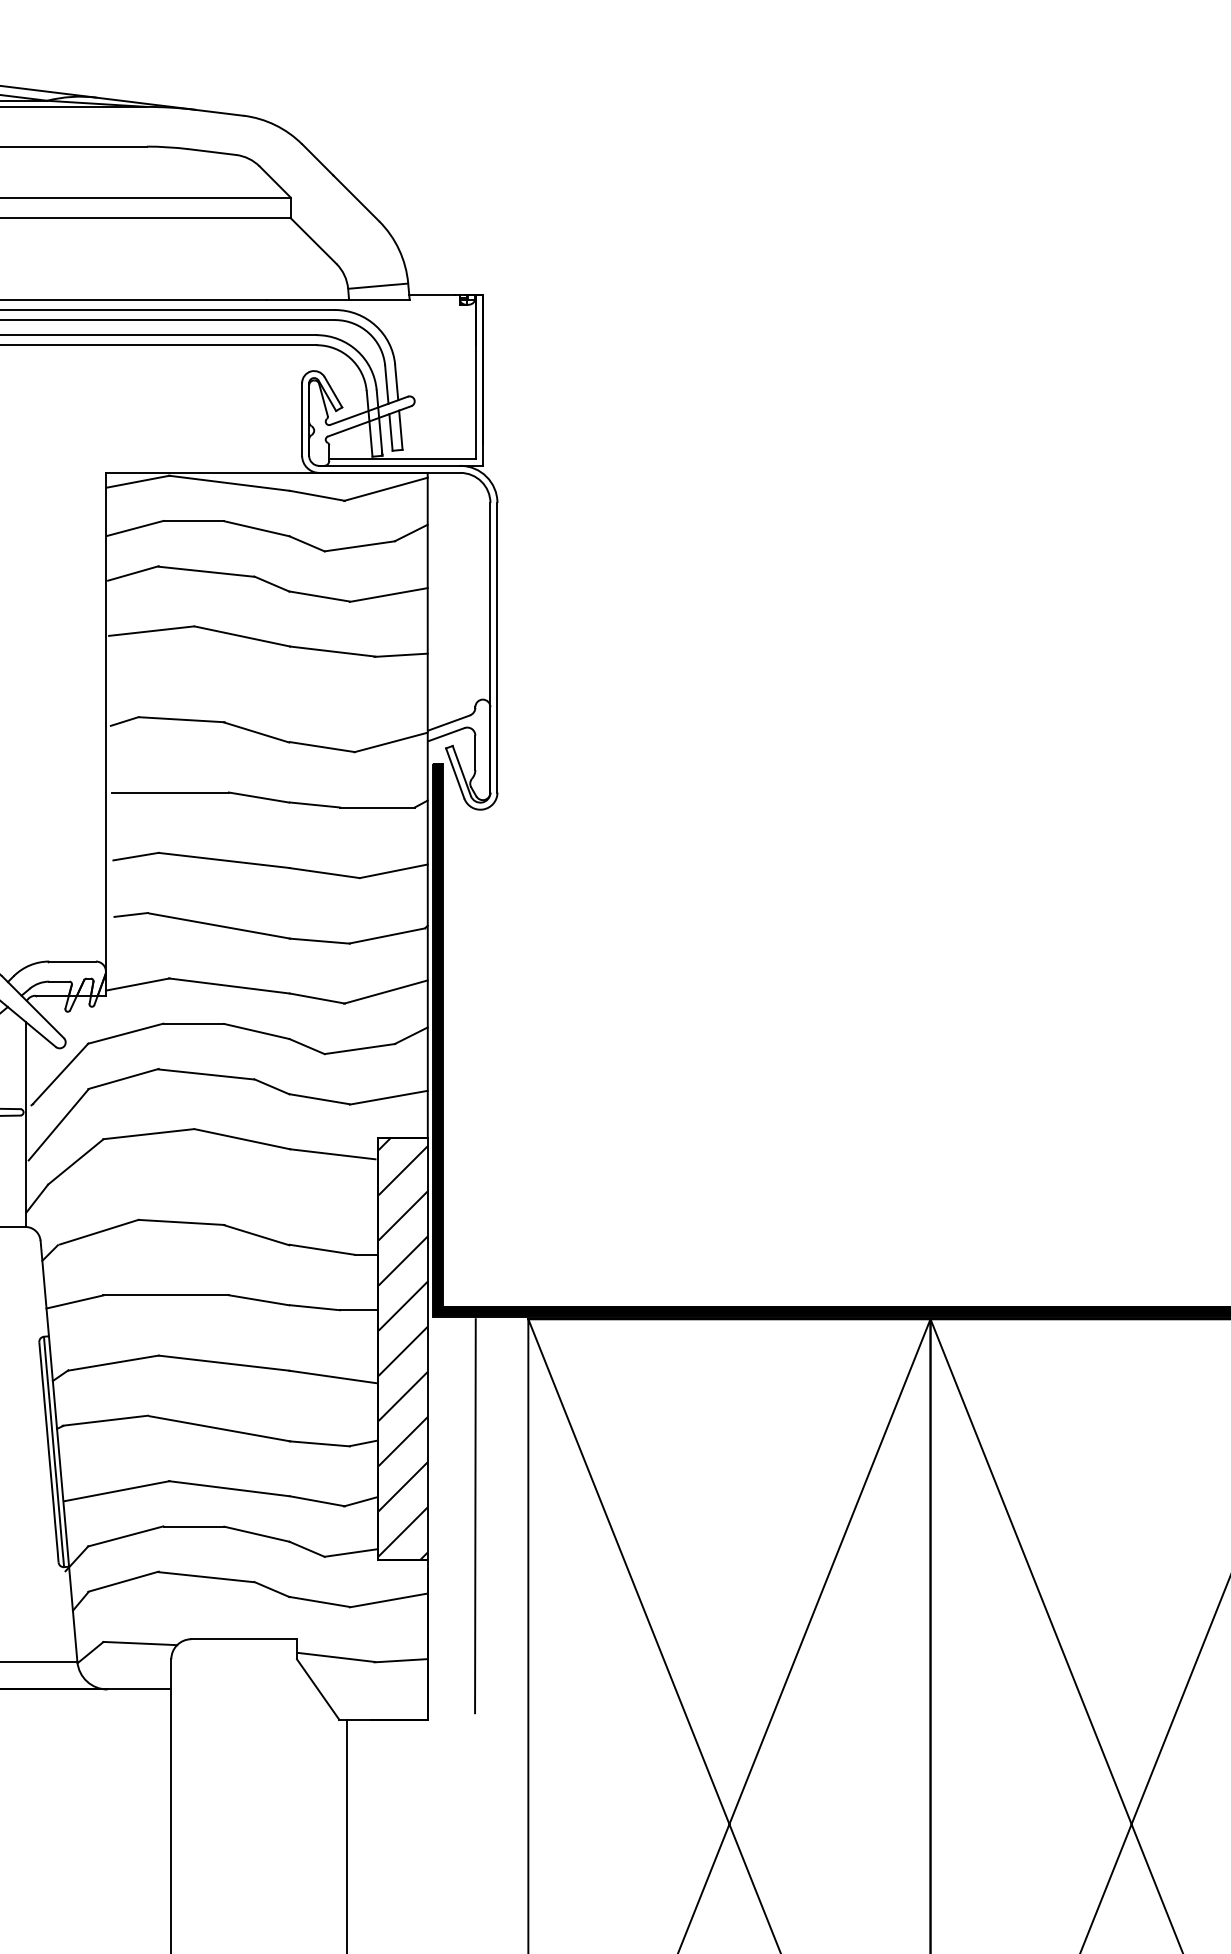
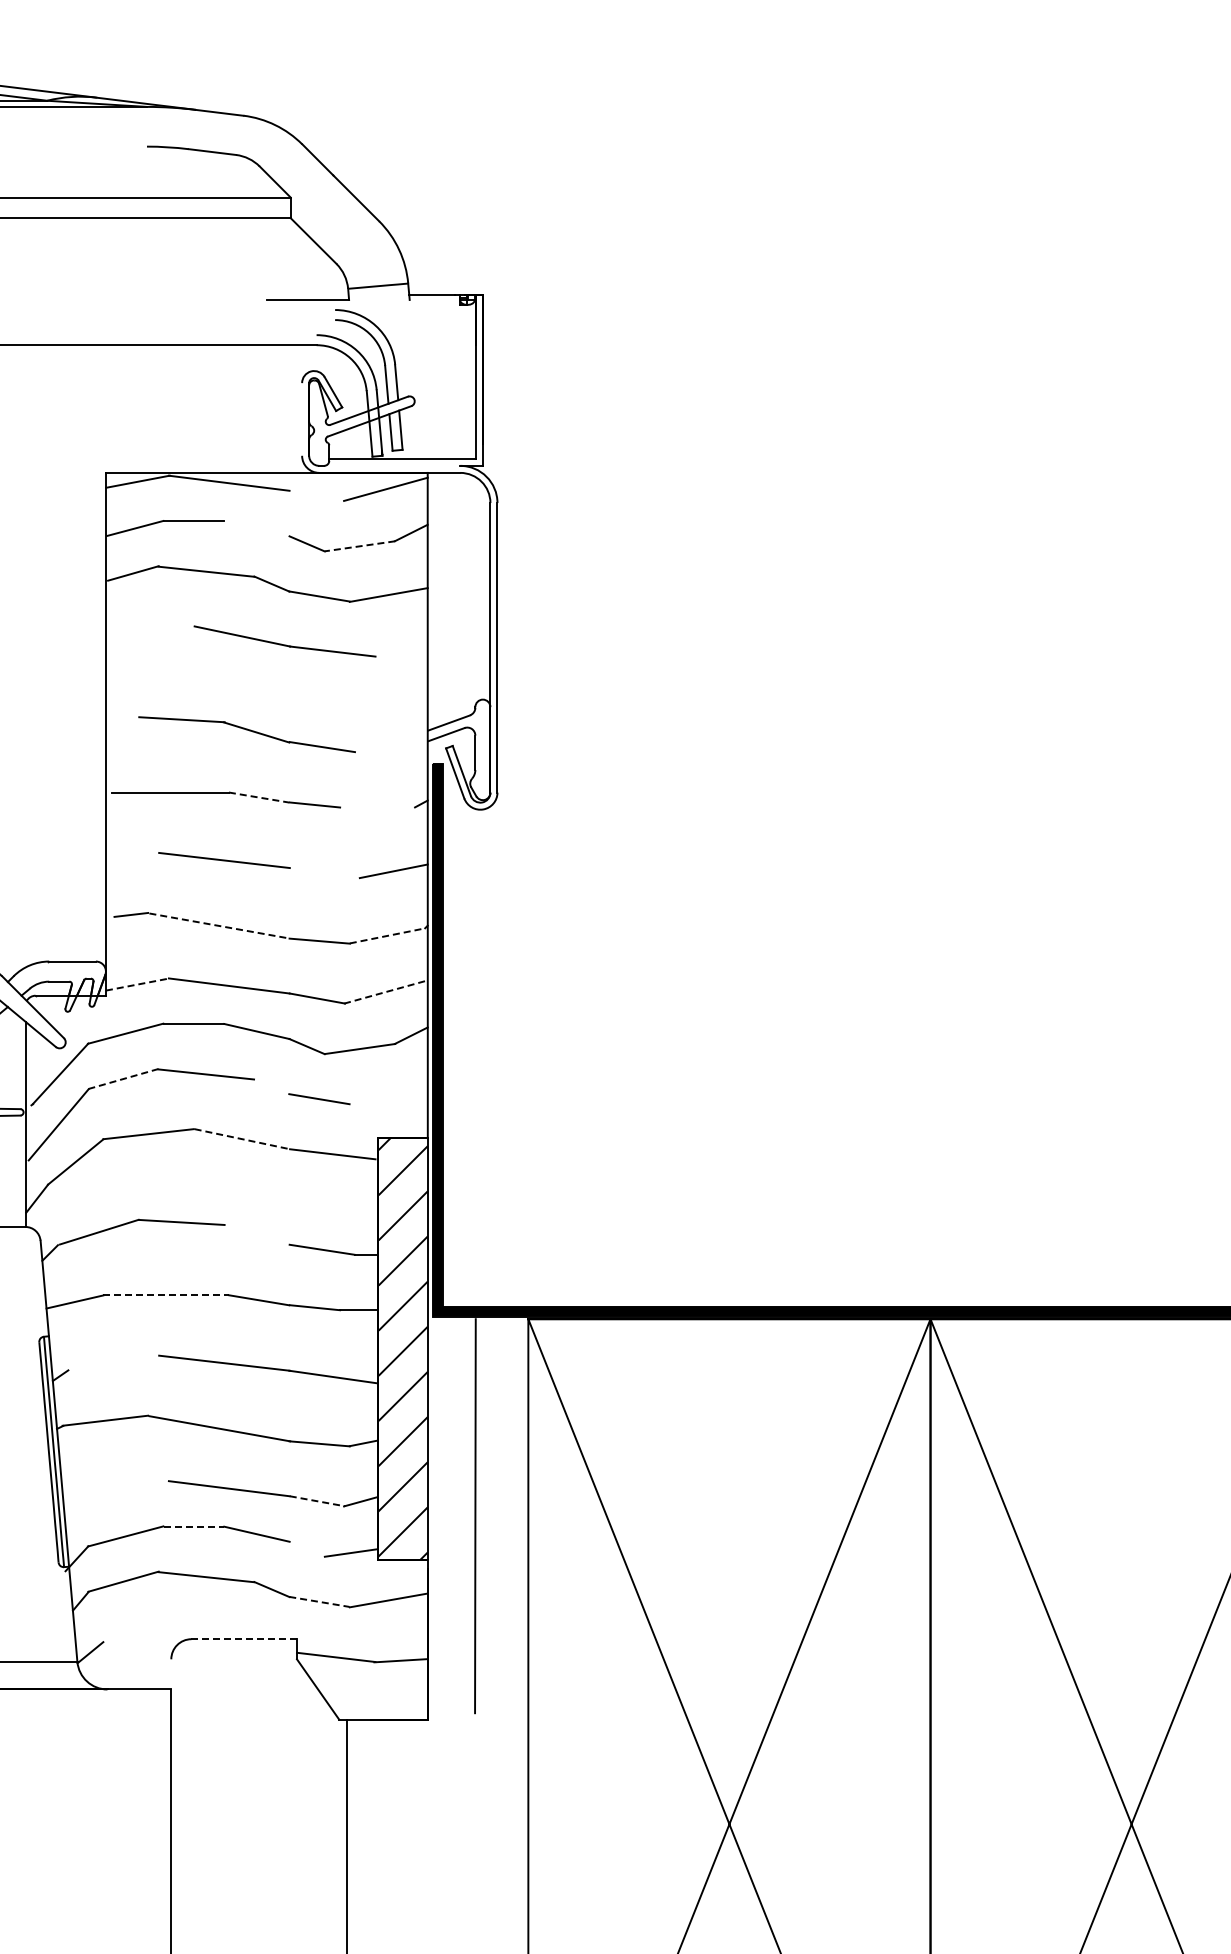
line at (74, 146): present -> none
line at (134, 299): present -> none
line at (379, 299): present -> none
line at (168, 310): present -> none
line at (168, 320): present -> none
line at (159, 335): present -> none
line at (302, 419): present -> none
line at (389, 465): present -> none
line at (317, 495): present -> none
line at (256, 528): present -> none
line at (360, 546): solid -> dashed
line at (151, 630): present -> none
line at (400, 654): present -> none
line at (124, 721): present -> none
line at (390, 742): present -> none
line at (259, 797): solid -> dashed
line at (377, 807): present -> none
line at (135, 856): present -> none
line at (324, 873): present -> none
line at (220, 926): solid -> dashed
line at (387, 935): solid -> dashed
line at (138, 984): solid -> dashed
line at (386, 991): solid -> dashed
line at (123, 1078): solid -> dashed
line at (271, 1086): present -> none
line at (388, 1097): present -> none
line at (242, 1139): solid -> dashed
line at (256, 1235): present -> none
line at (166, 1295): solid -> dashed
line at (113, 1362): present -> none
line at (116, 1491): present -> none
line at (317, 1501): solid -> dashed
line at (194, 1526): solid -> dashed
line at (306, 1548): present -> none
line at (319, 1601): solid -> dashed
line at (244, 1639): solid -> dashed
line at (140, 1643): present -> none
line at (171, 1674): present -> none
